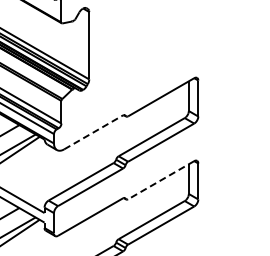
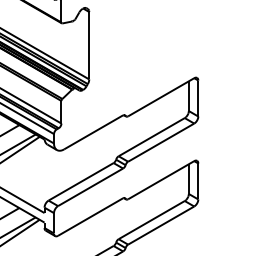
line at (94, 132): dashed -> solid
line at (160, 180): dashed -> solid
